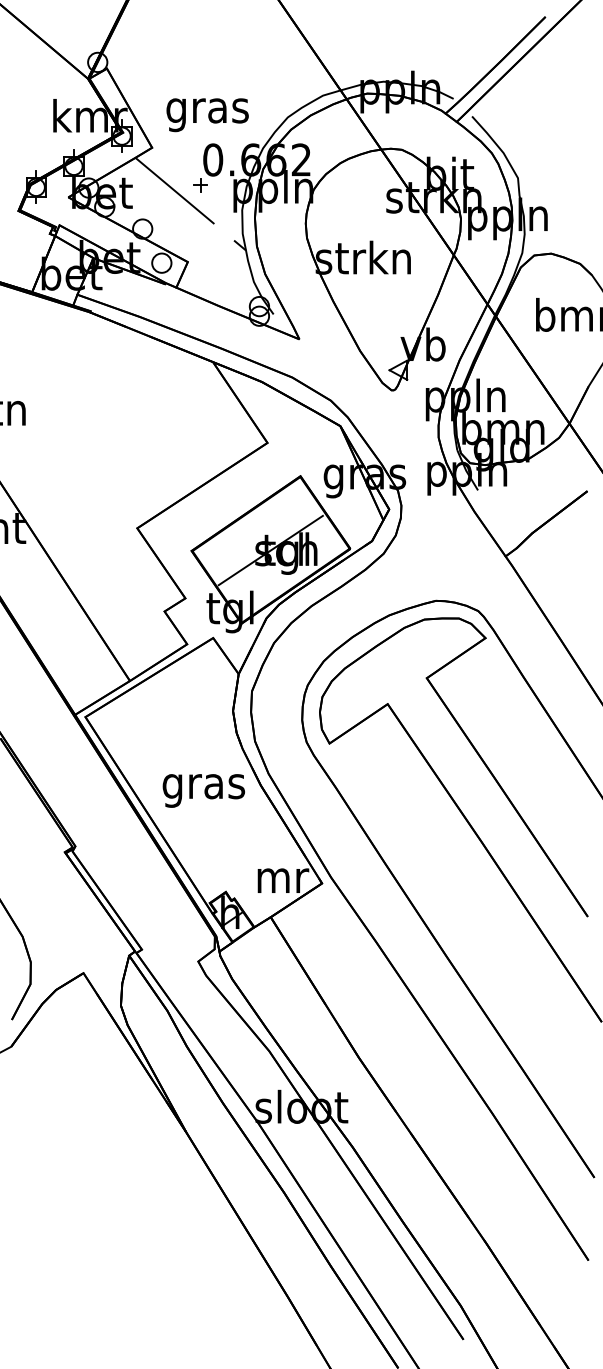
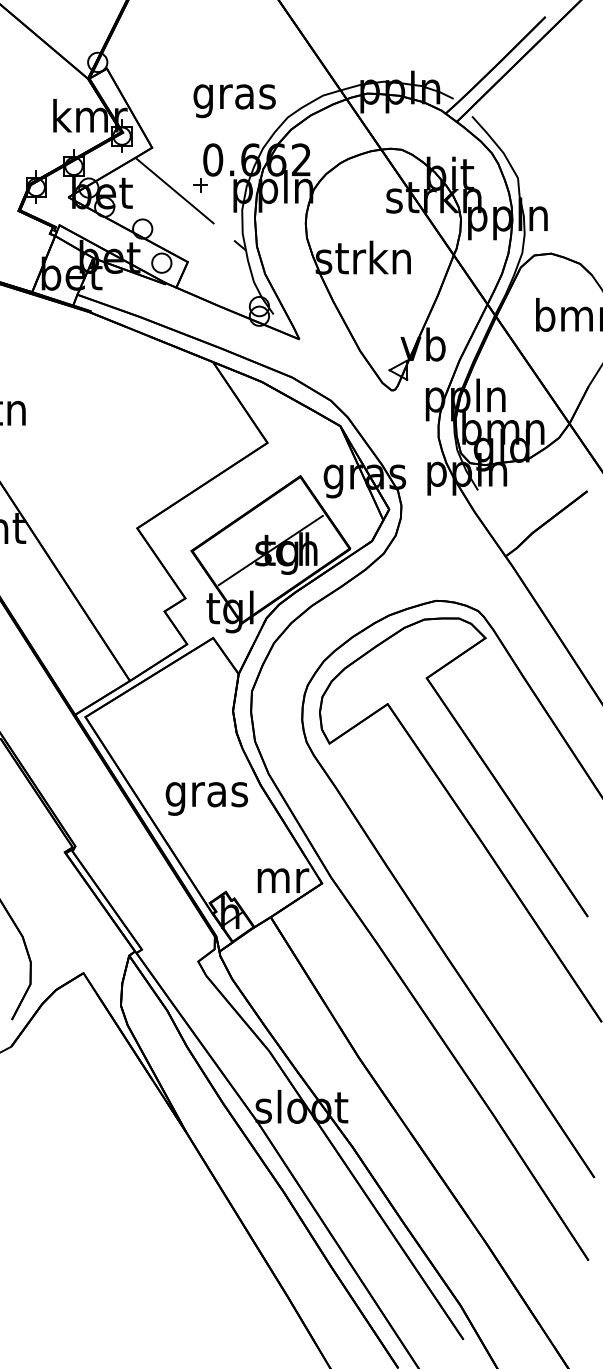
text at (207, 115) position: (207, 115) -> (234, 101)
text at (203, 790) position: (203, 790) -> (206, 798)
